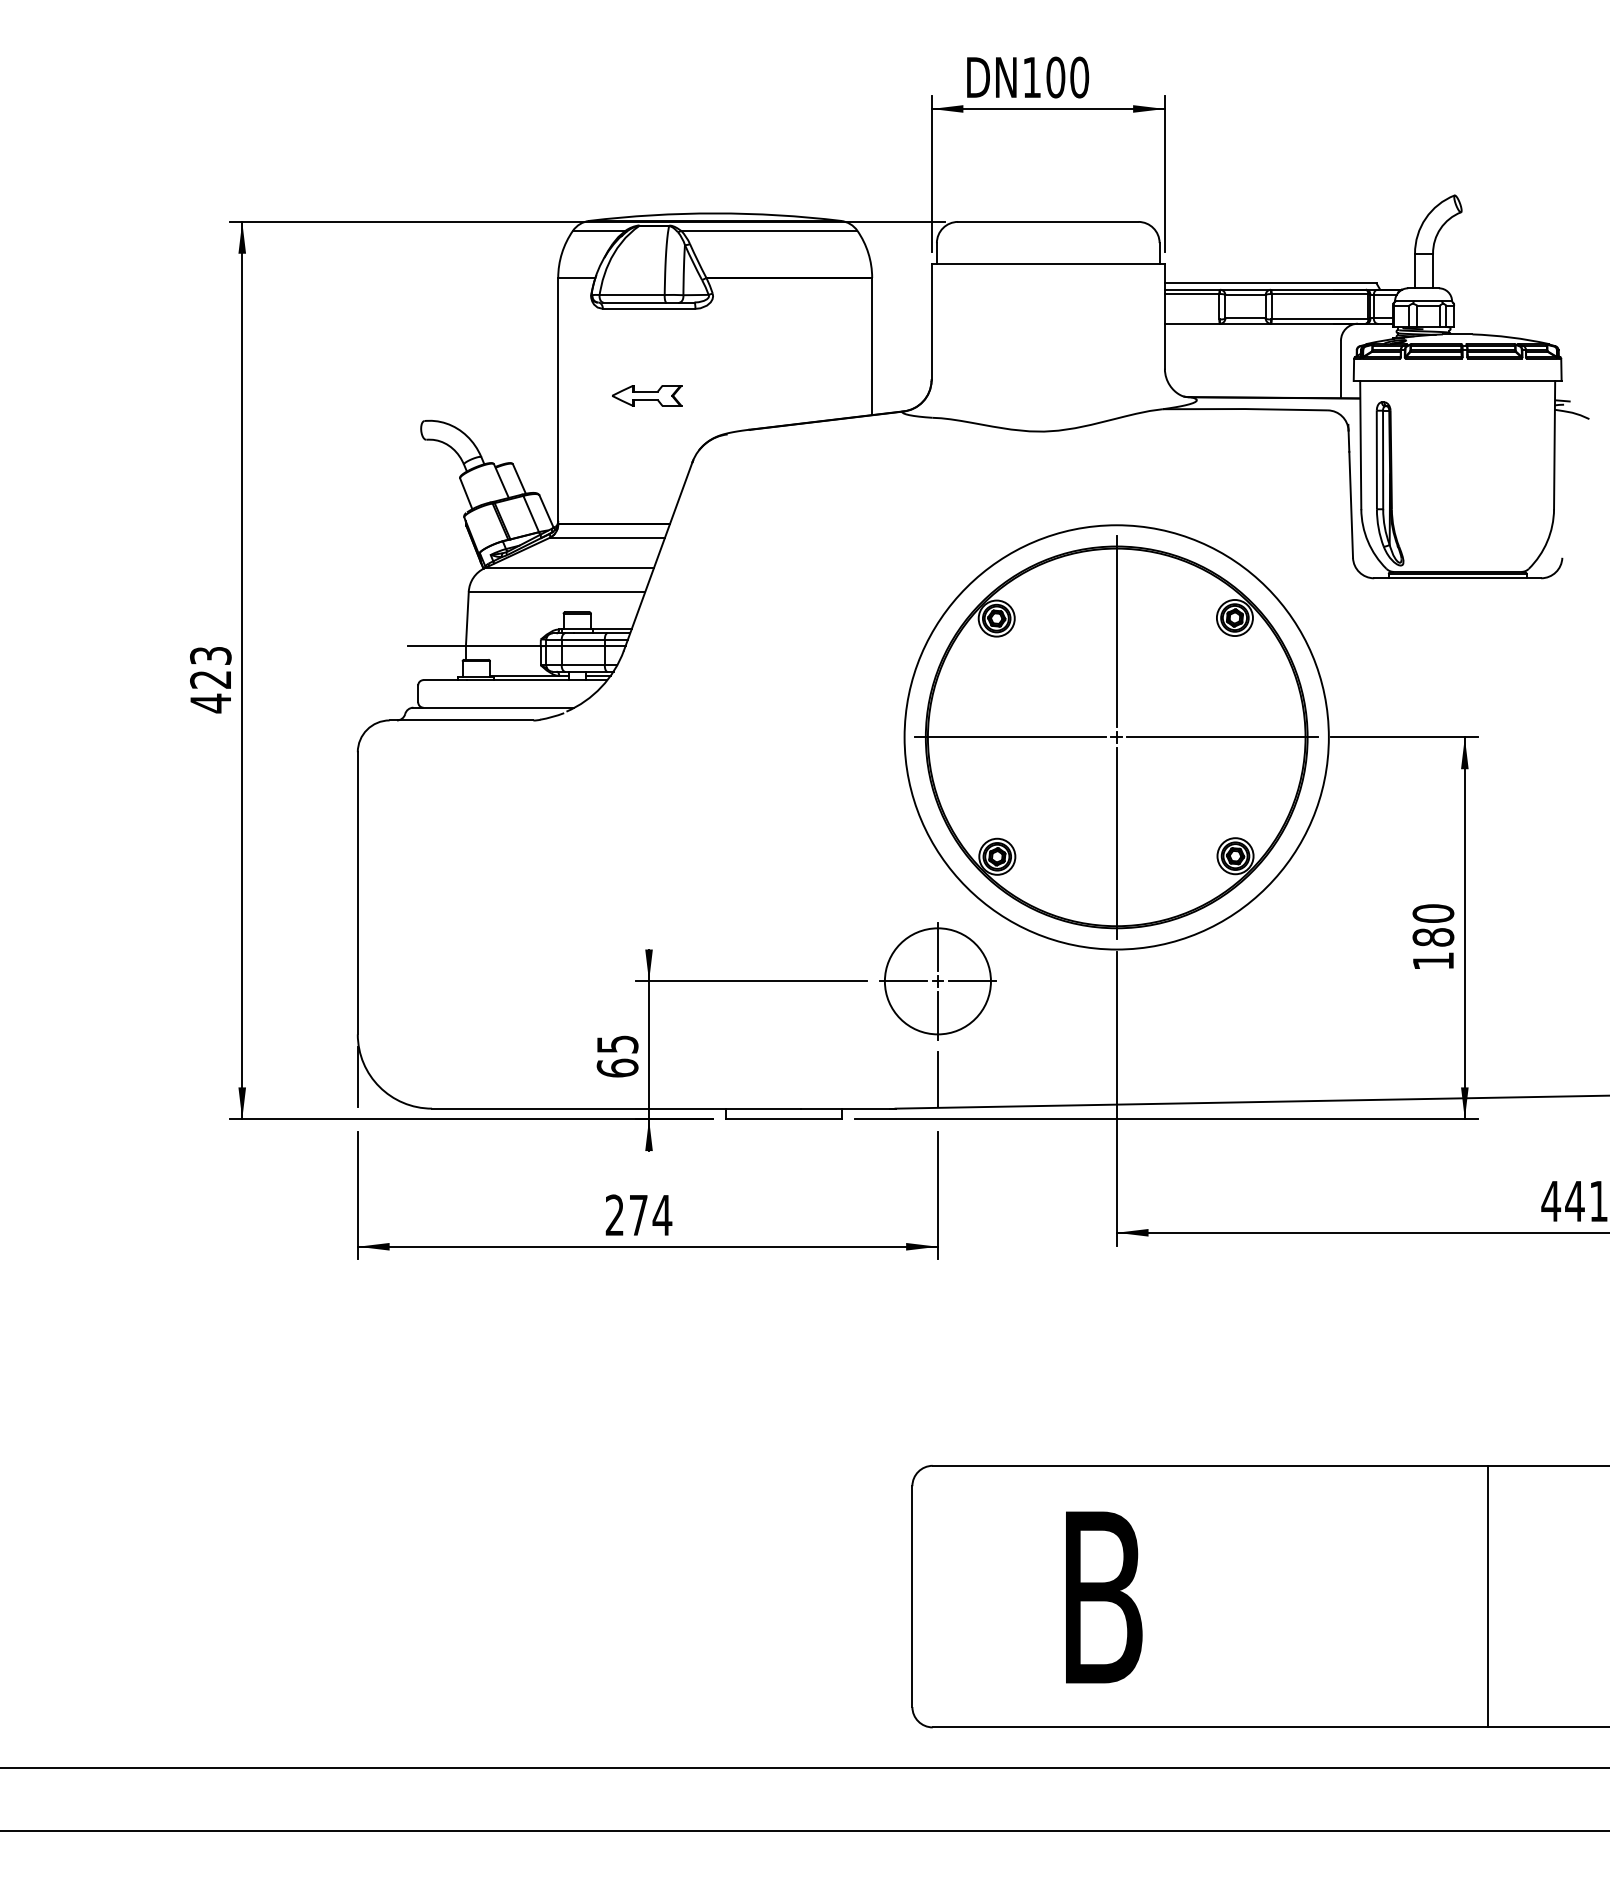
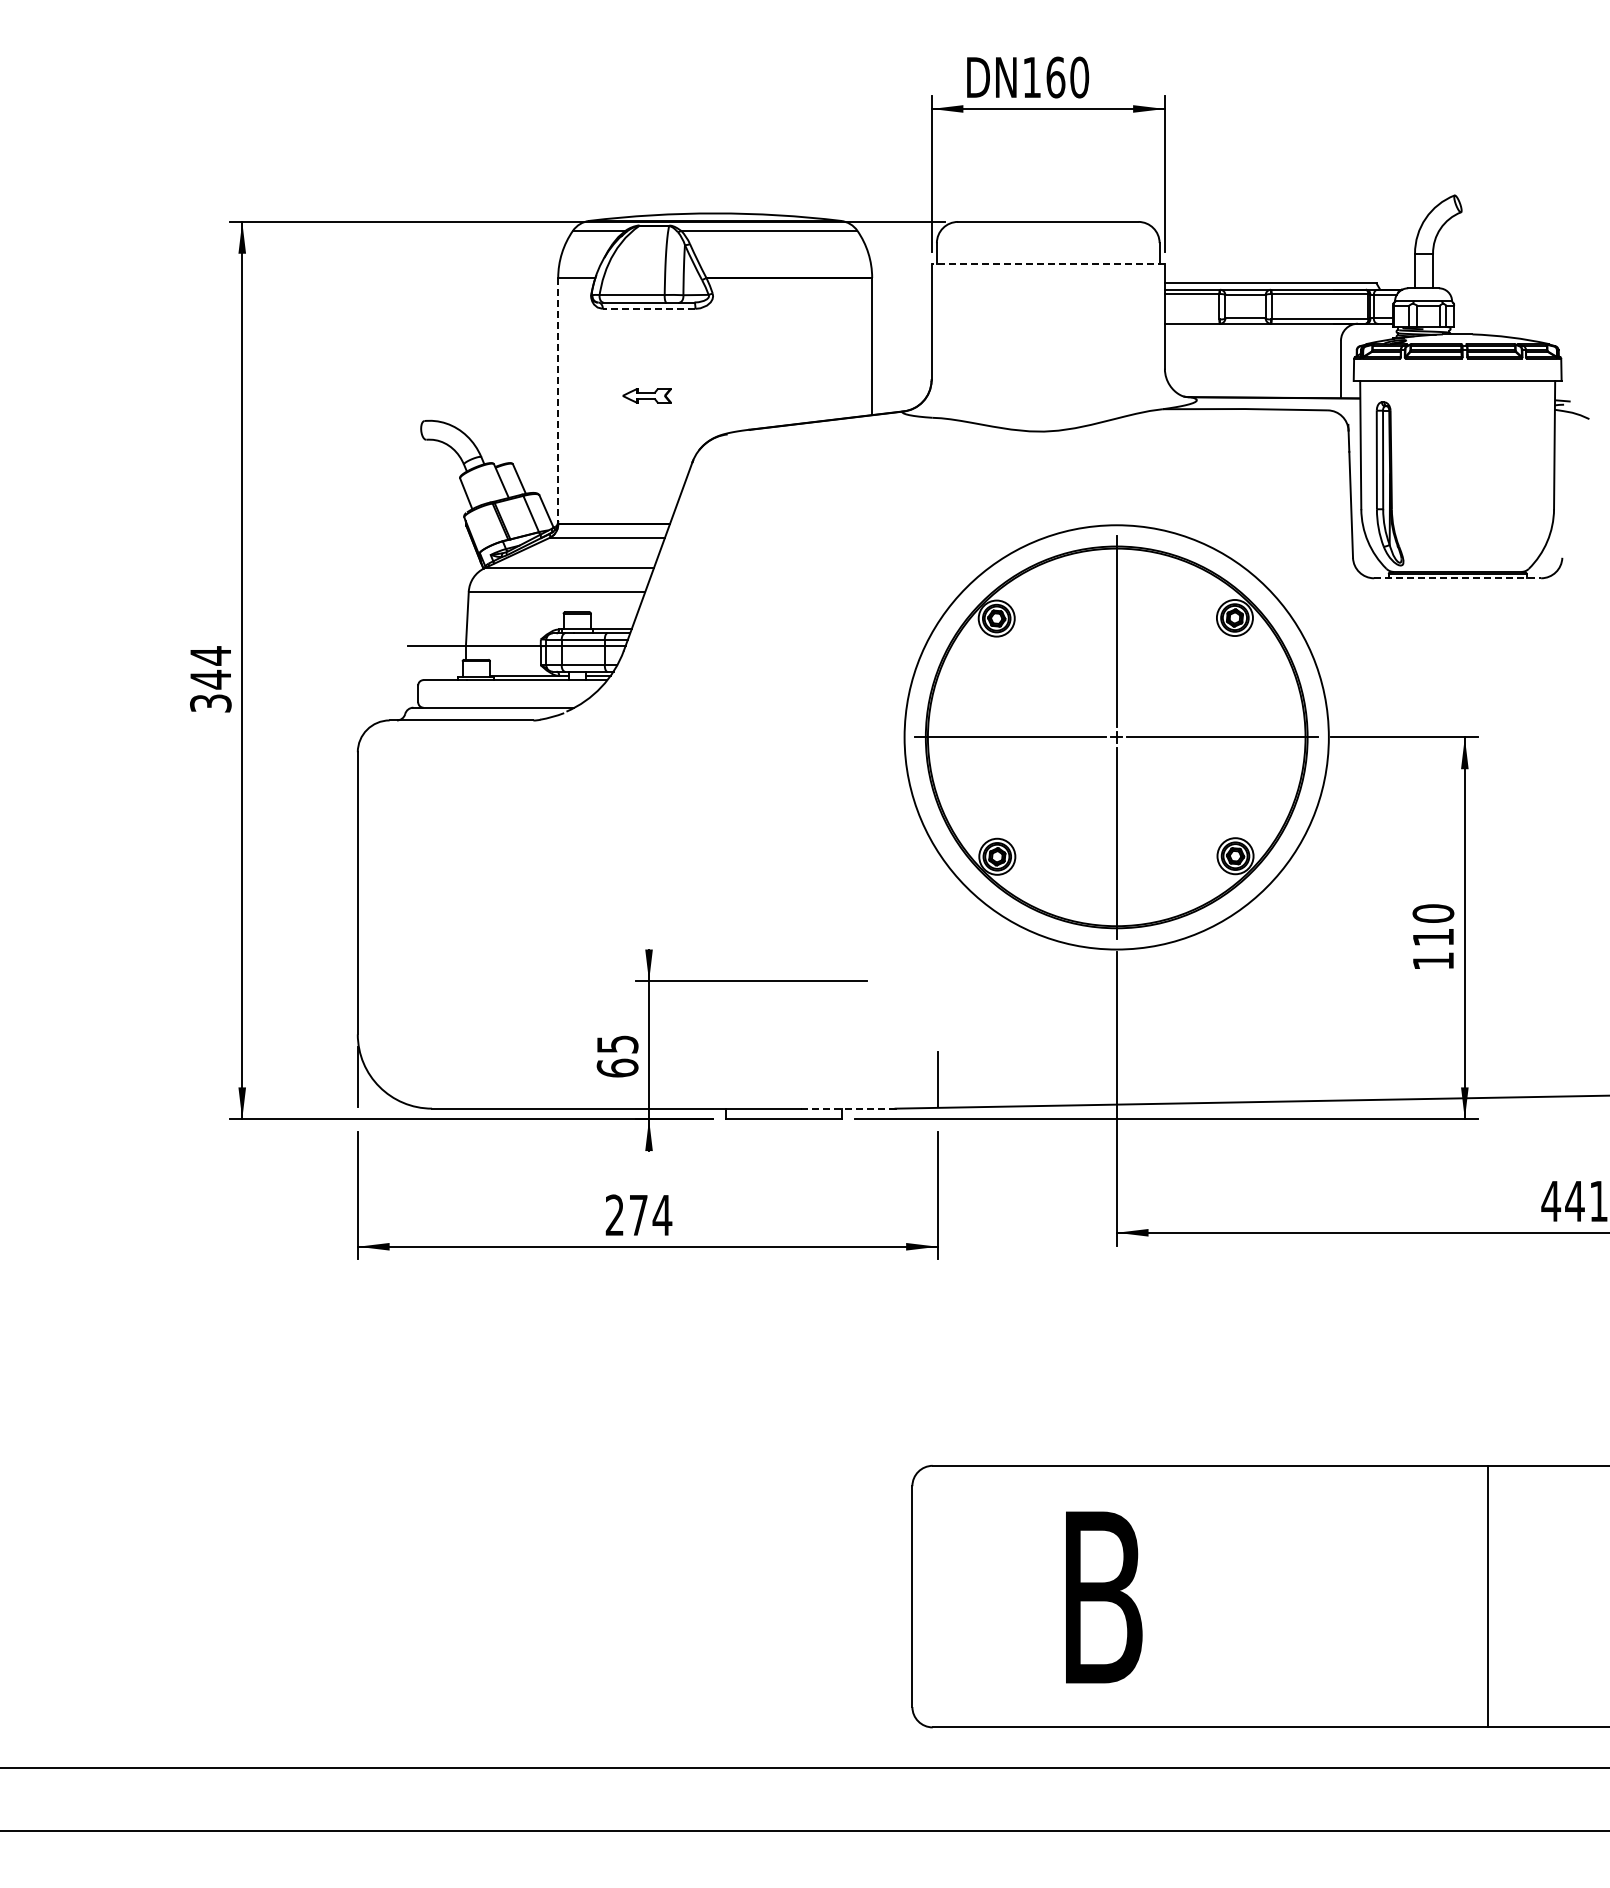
text at (1055, 77): DN100 -> DN160
line at (1048, 264): solid -> dashed
line at (648, 308): solid -> dashed
part at (647, 395) size: 71x22 px -> 50x16 px
line at (558, 399): solid -> dashed
line at (1458, 578): solid -> dashed
text at (210, 679): 423 -> 344
text at (1433, 937): 180 -> 110
part at (937, 981): present -> none
line at (847, 1108): solid -> dashed
